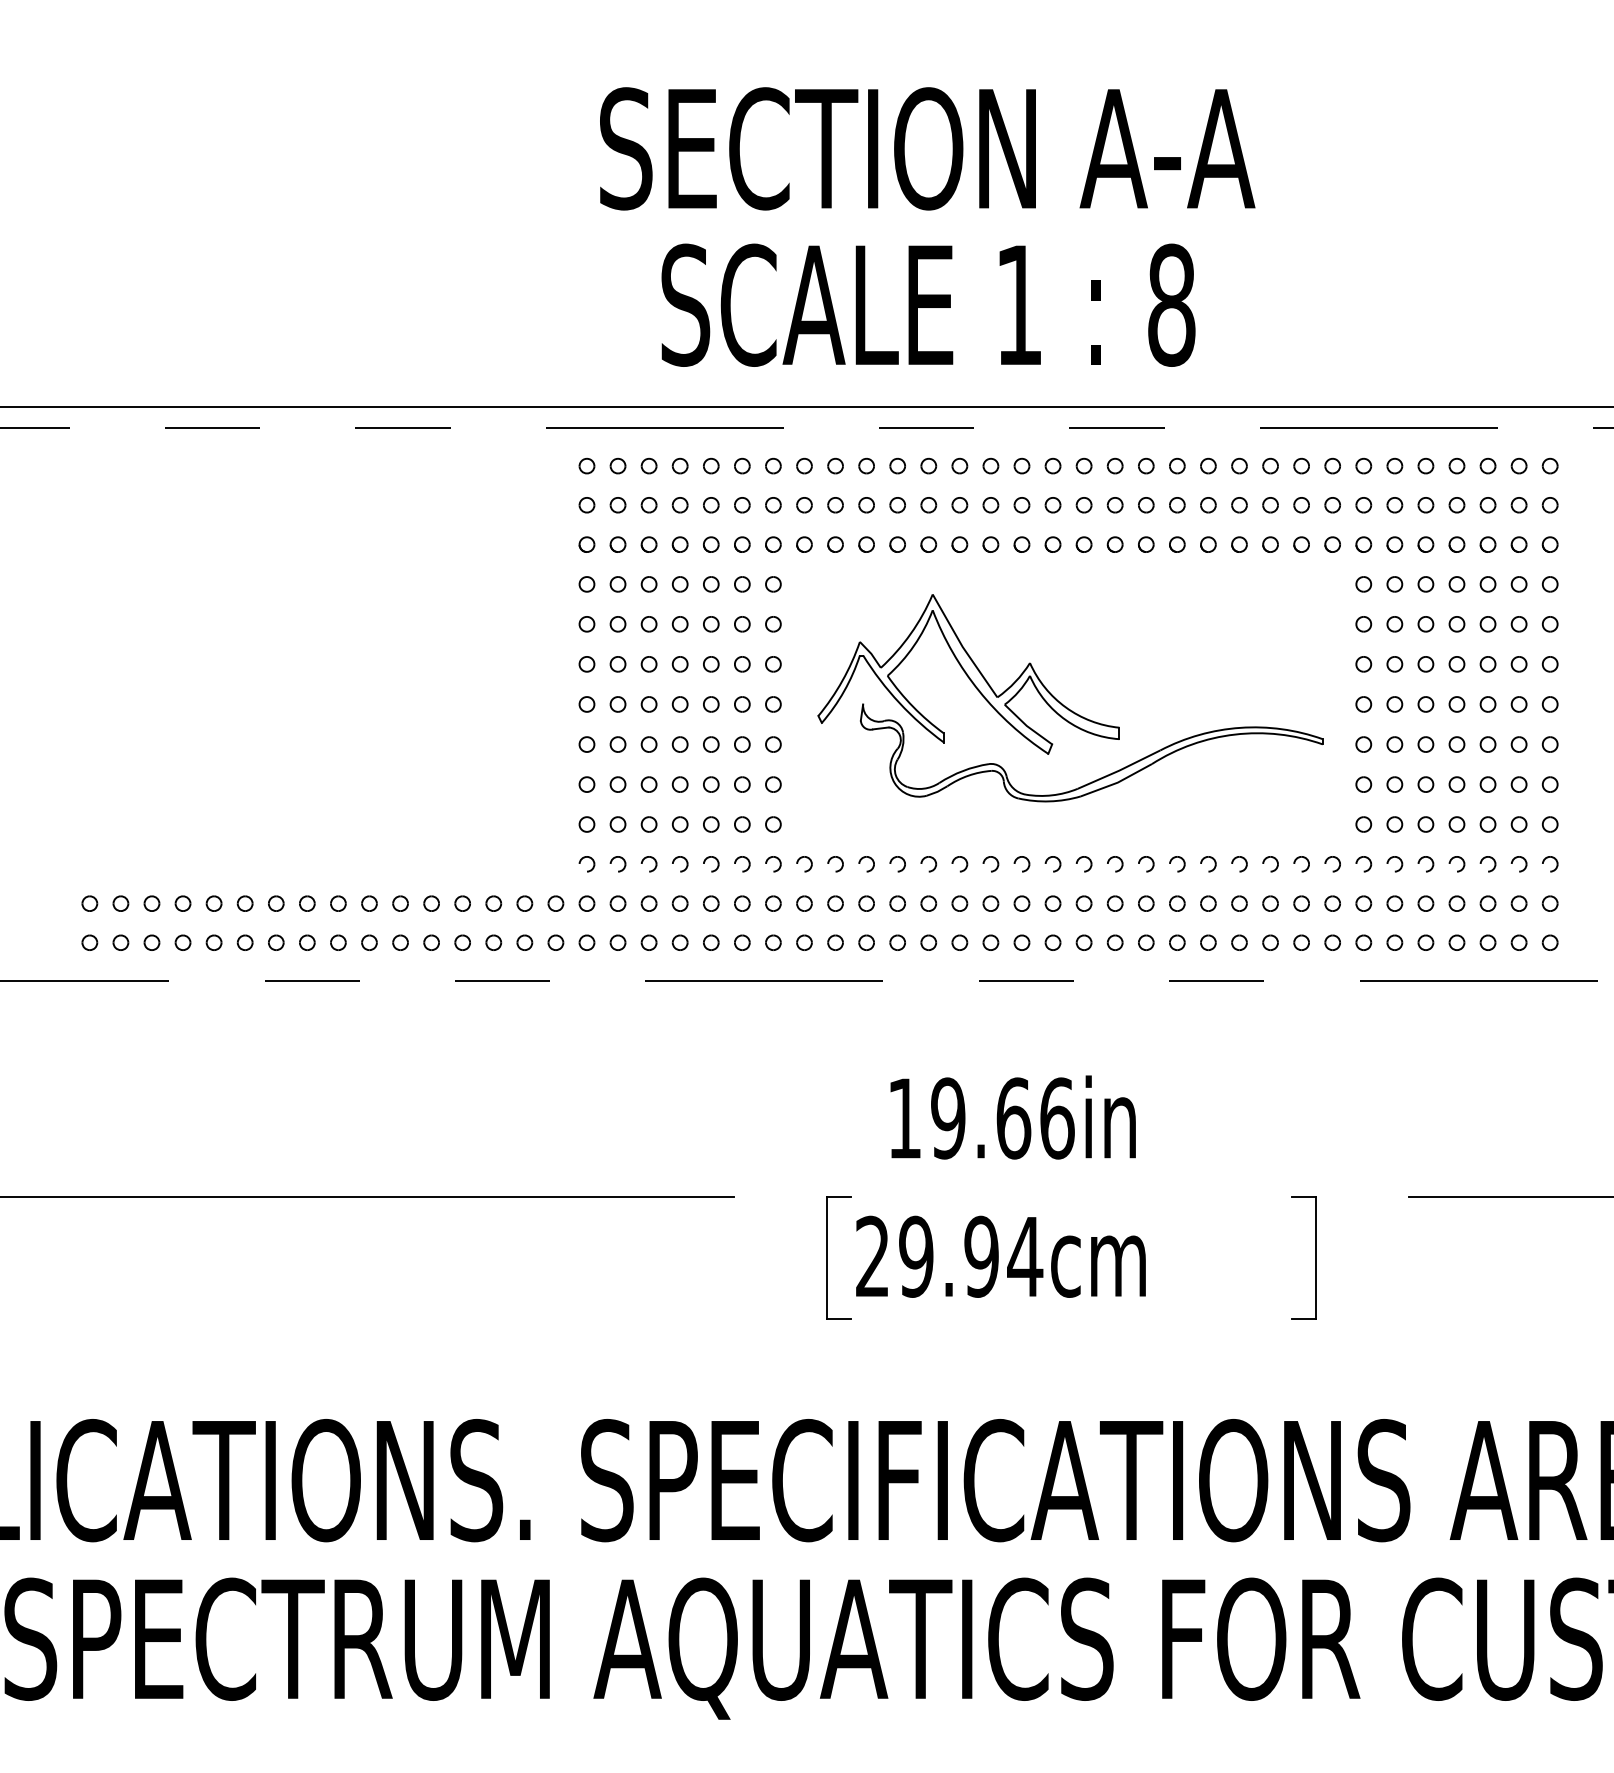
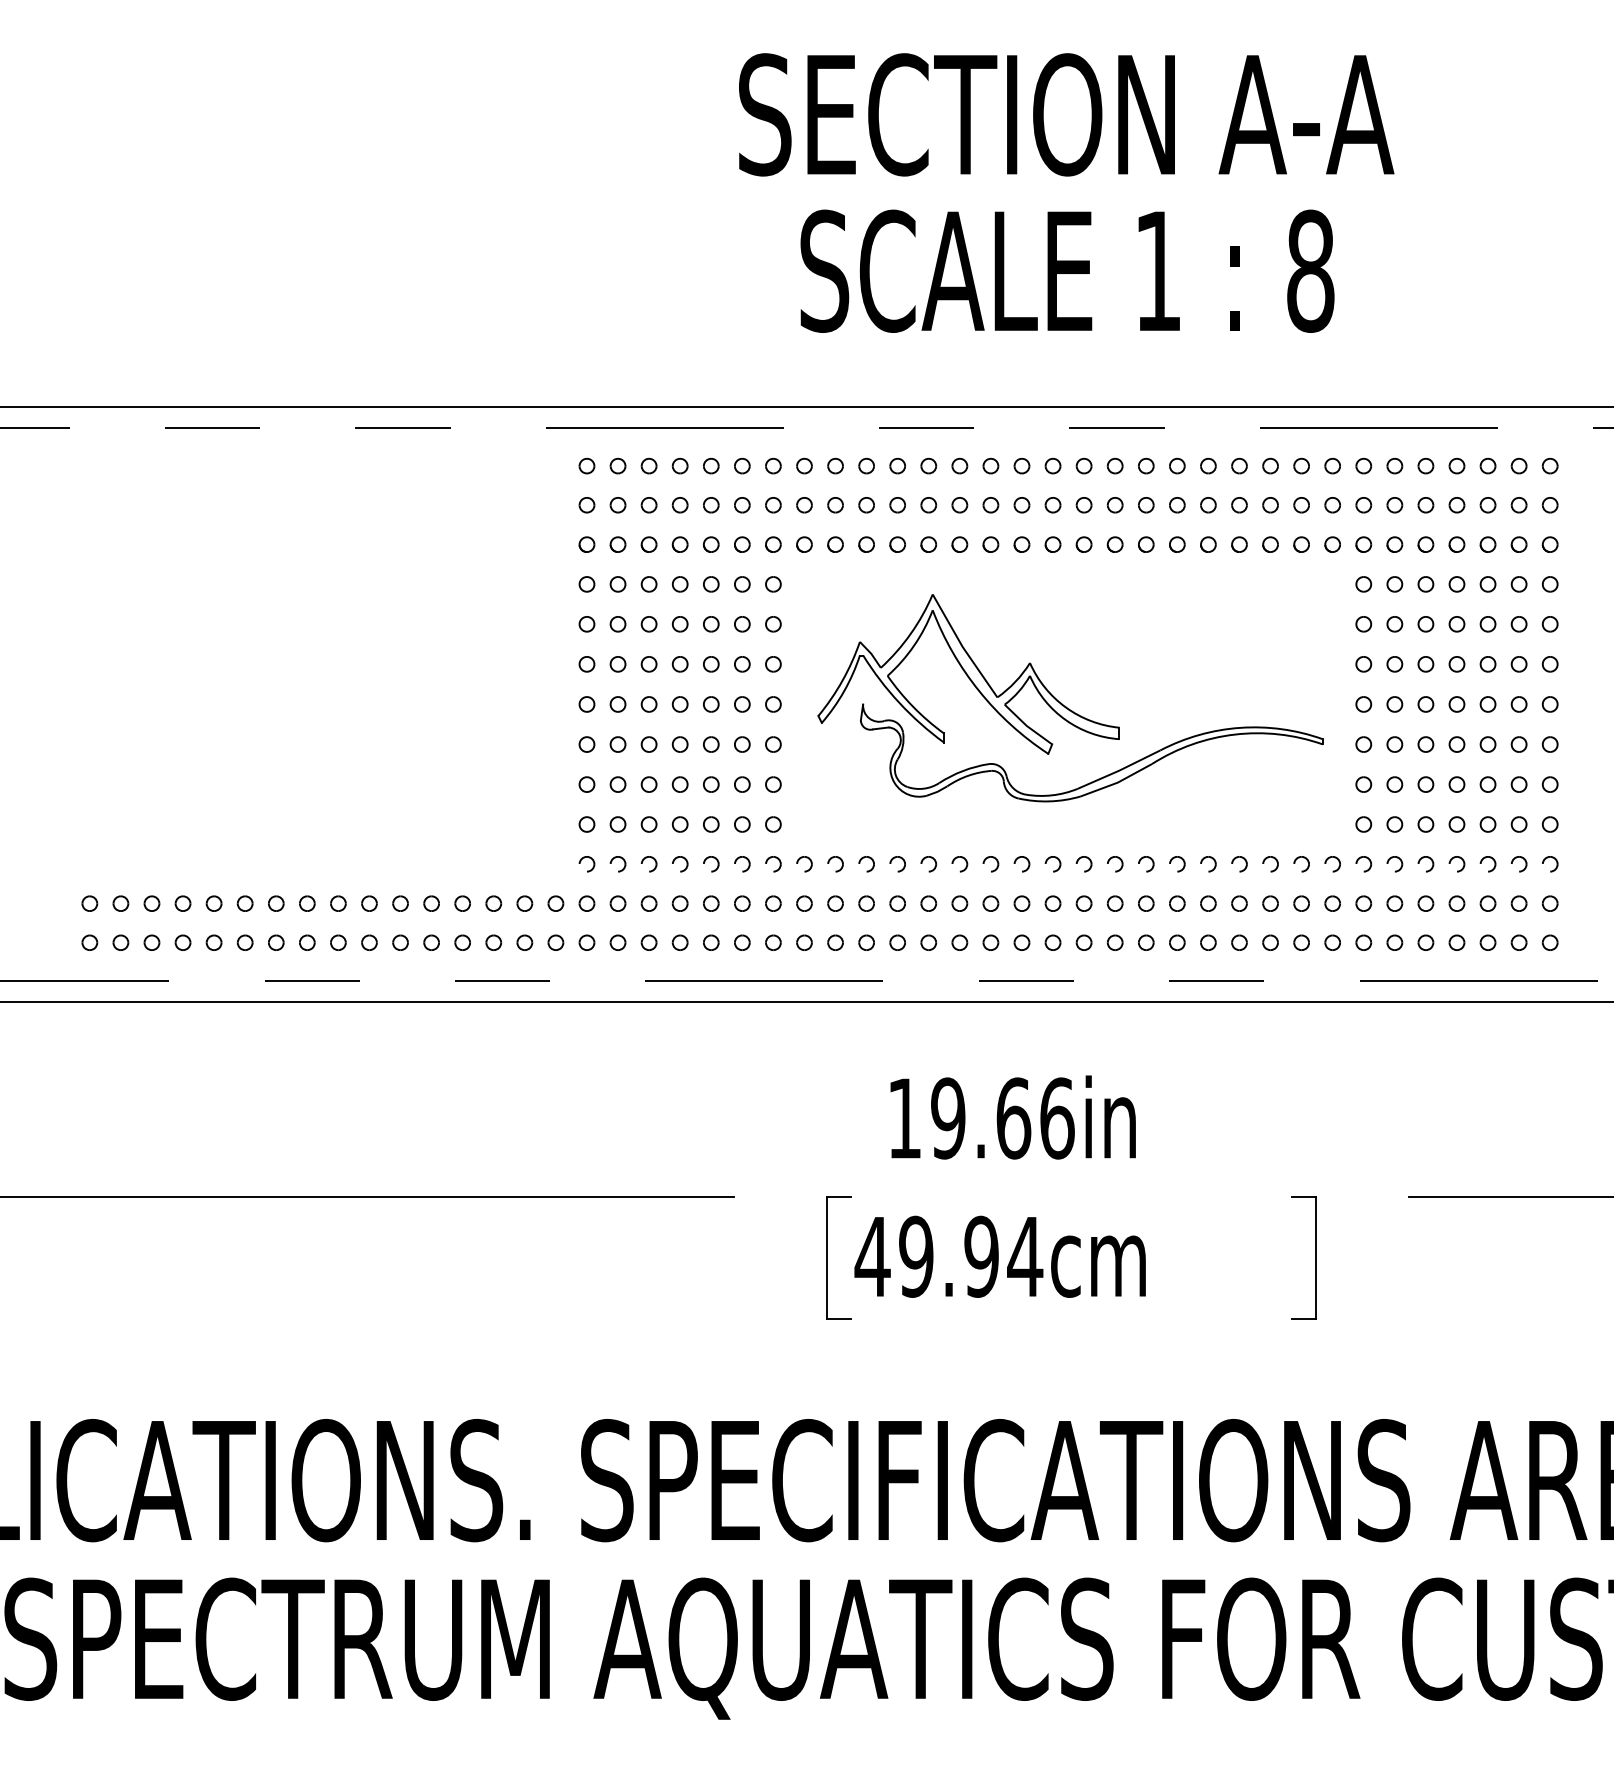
text at (927, 226) position: (927, 226) -> (1066, 192)
line at (806, 1002): none -> present
text at (872, 1255): 29.94cm -> 49.94cm
